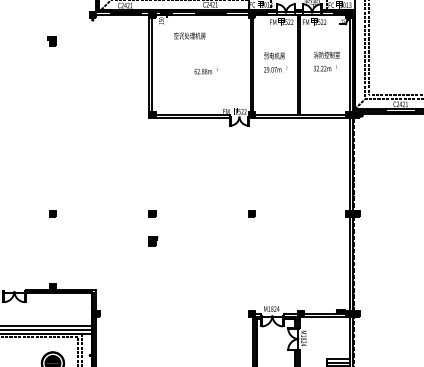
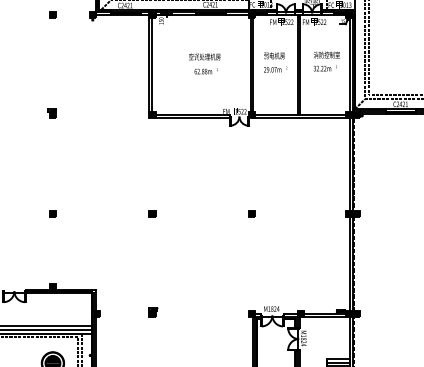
part at (52, 14): none -> present
text at (189, 35) position: (189, 35) -> (204, 56)
part at (51, 41) position: (51, 41) -> (51, 113)
part at (153, 241) position: (153, 241) -> (153, 312)
